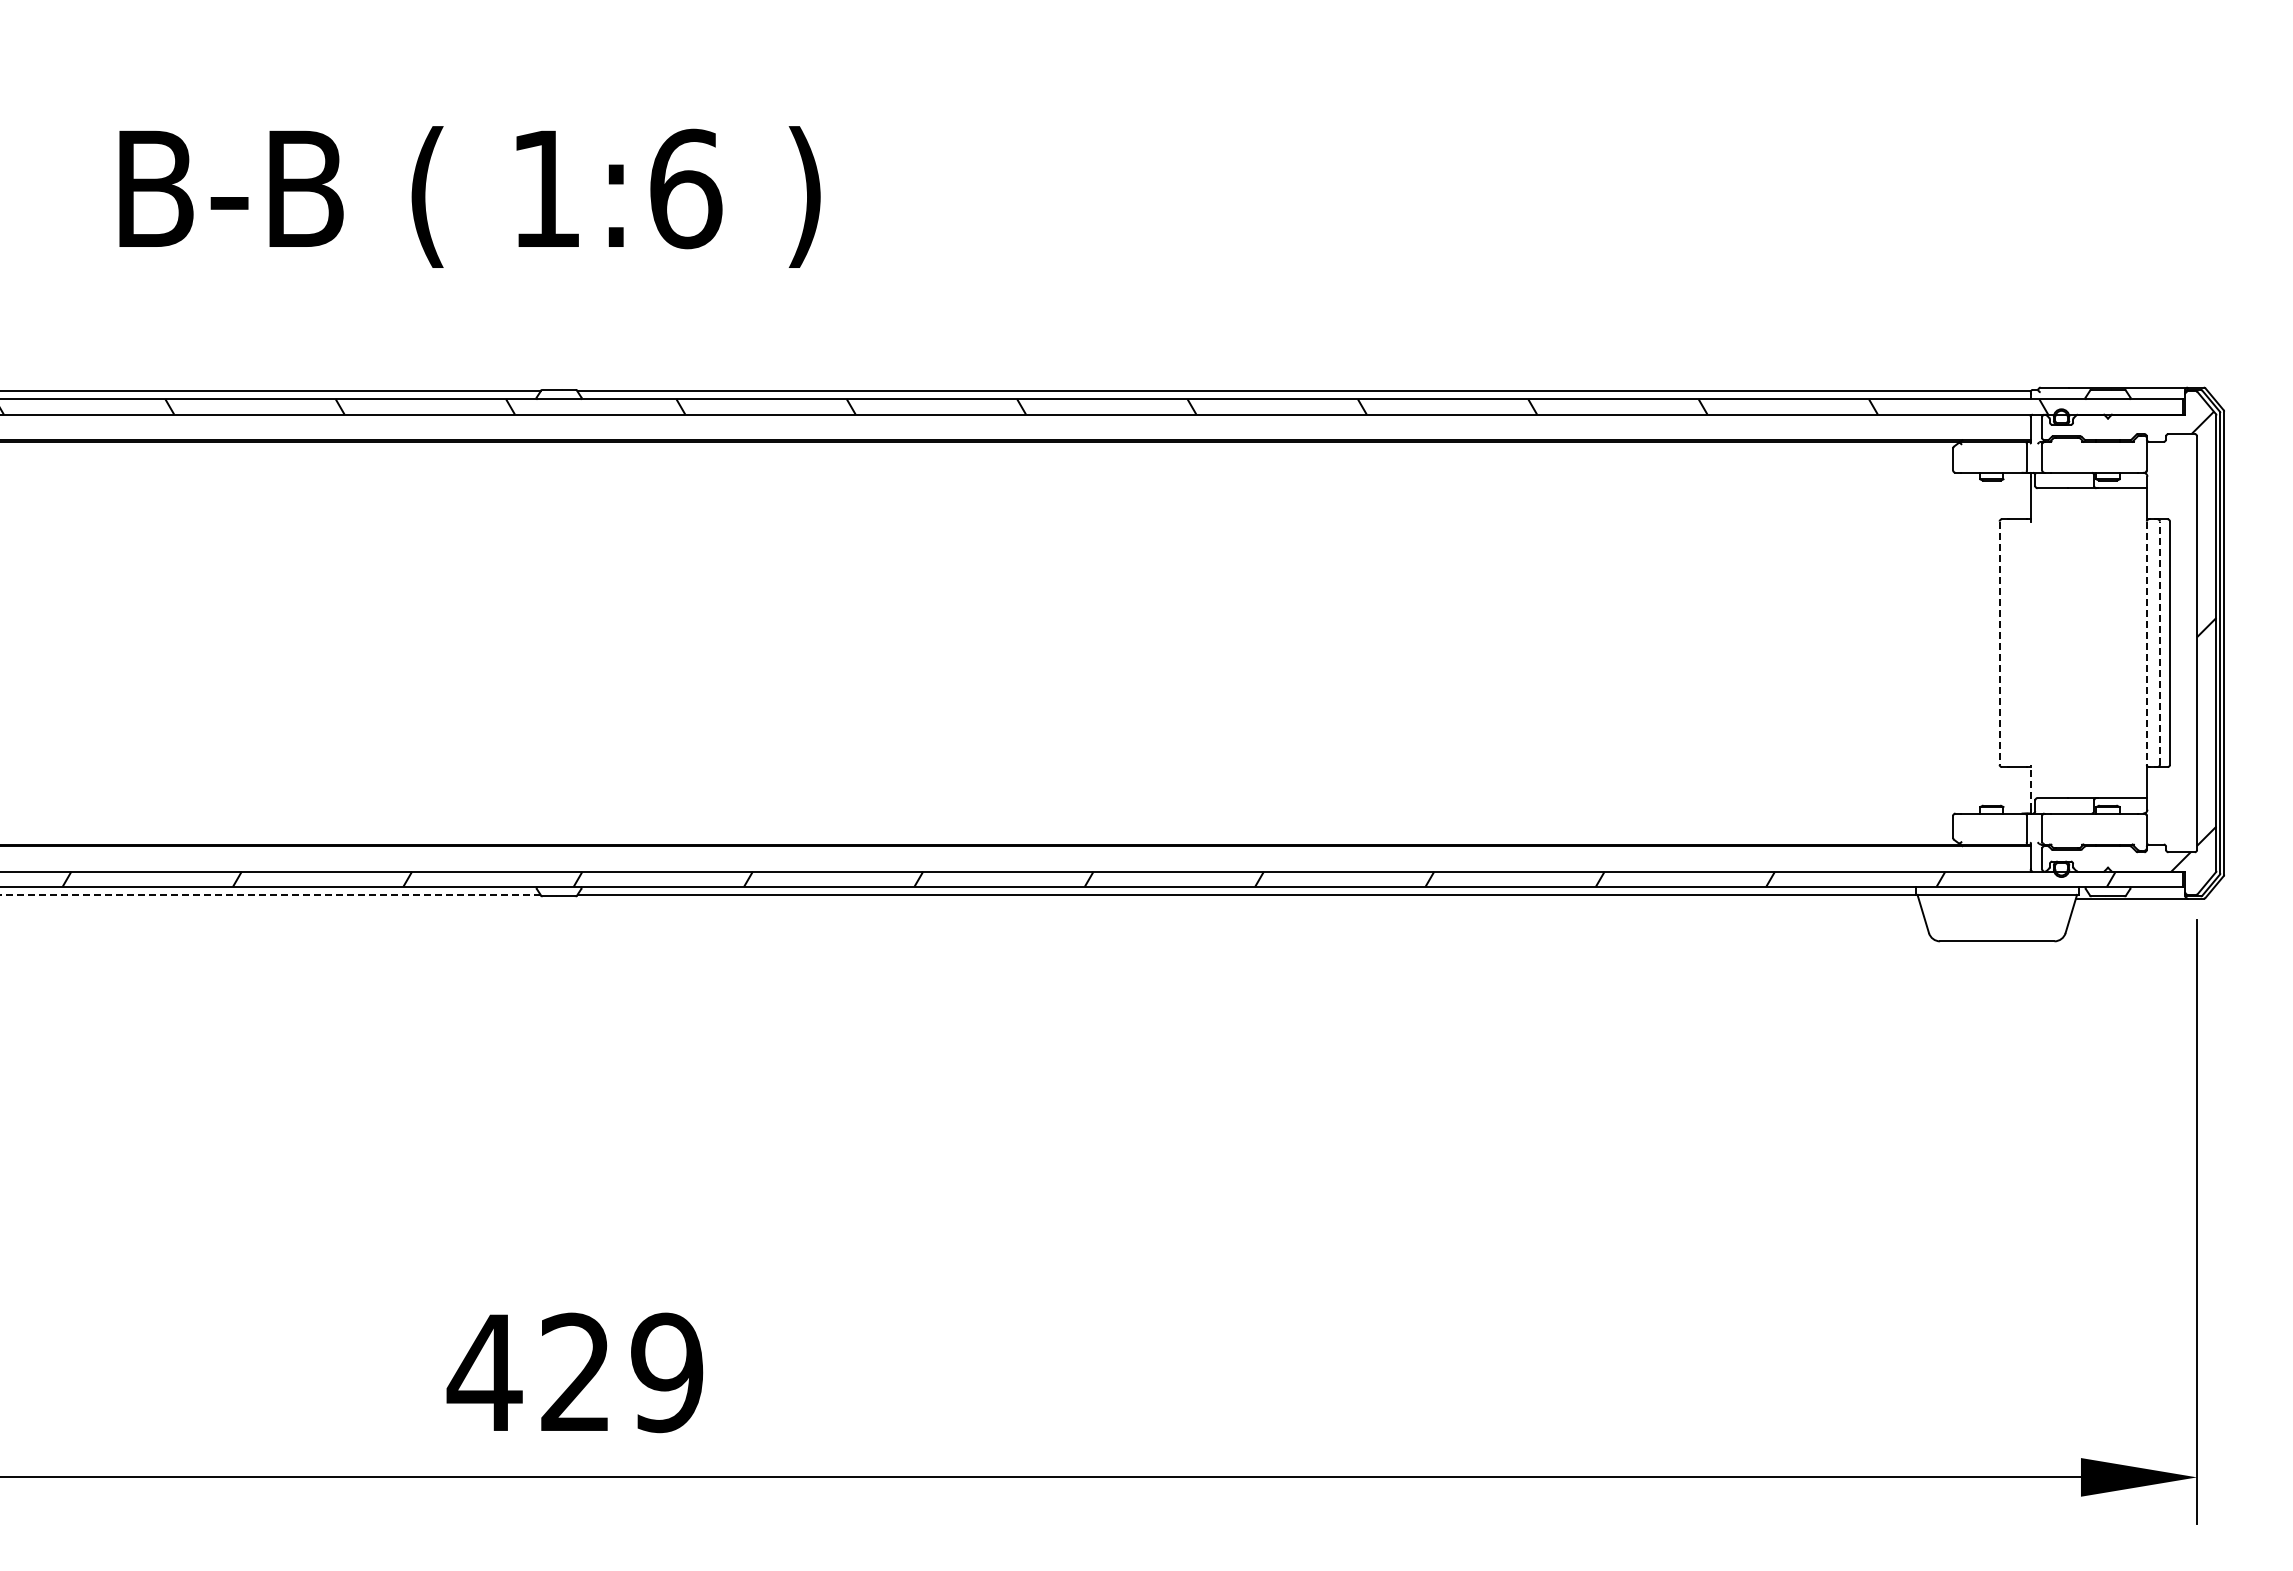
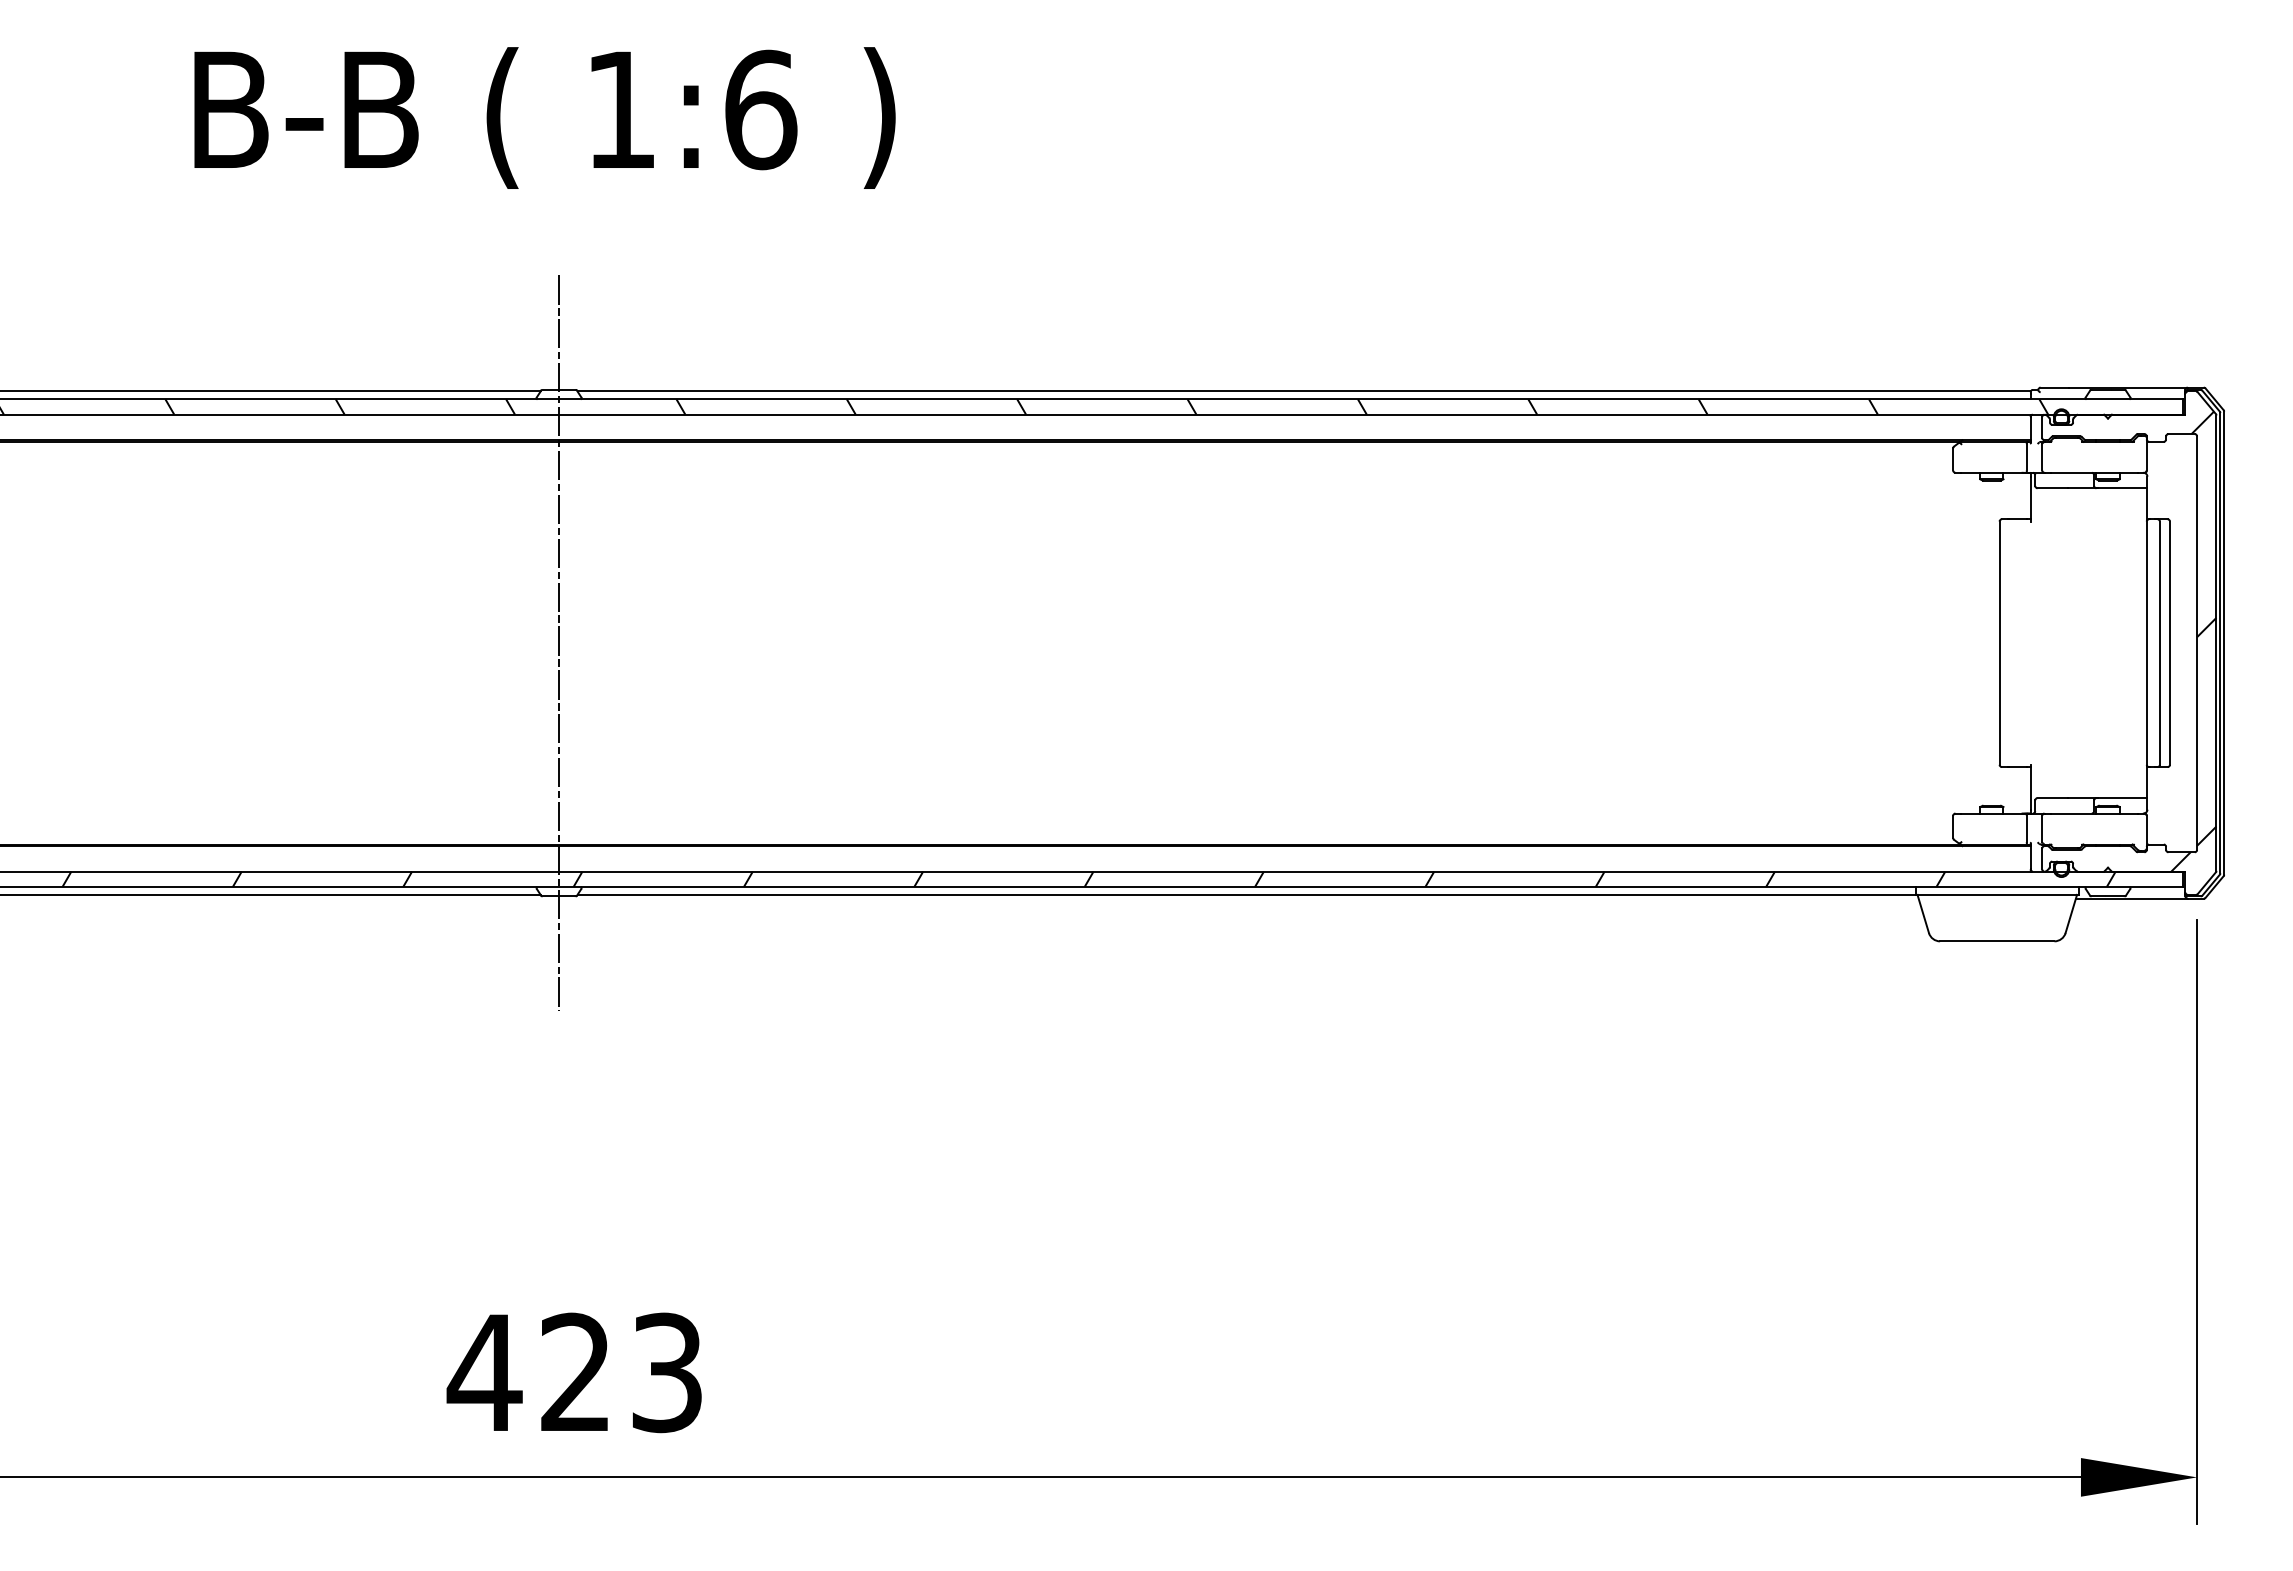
text at (469, 196) position: (469, 196) -> (544, 117)
line at (559, 643): none -> present
line at (1999, 643): dashed -> solid
line at (2146, 643): dashed -> solid
line at (2159, 643): dashed -> solid
line at (2030, 786): dashed -> solid
line at (270, 894): dashed -> solid
text at (667, 1372): 429 -> 423
